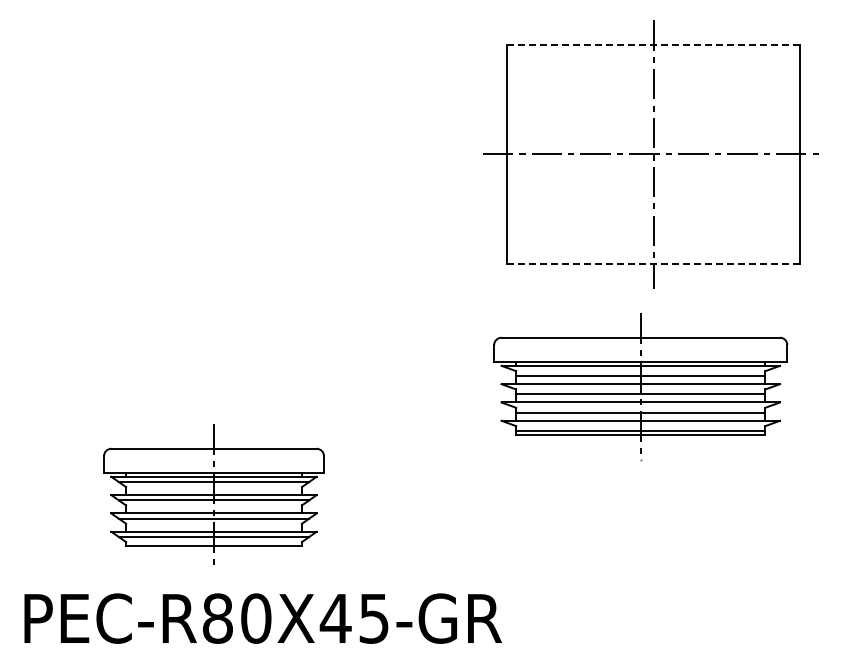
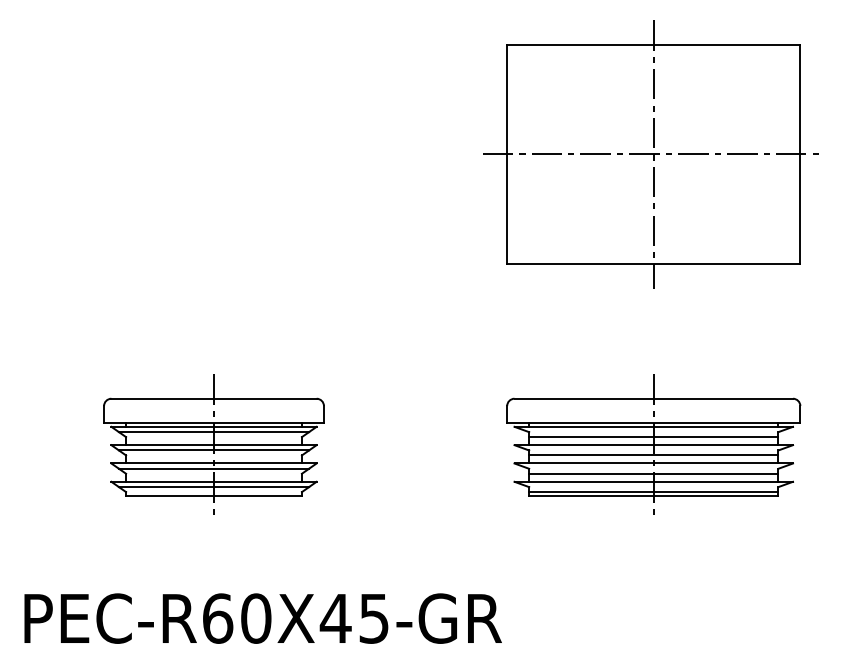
line at (653, 44): dashed -> solid
line at (653, 264): dashed -> solid
part at (640, 383) position: (640, 383) -> (653, 444)
part at (213, 494) position: (213, 494) -> (213, 444)
text at (218, 618): PEC-R80X45-GR -> PEC-R60X45-GR
